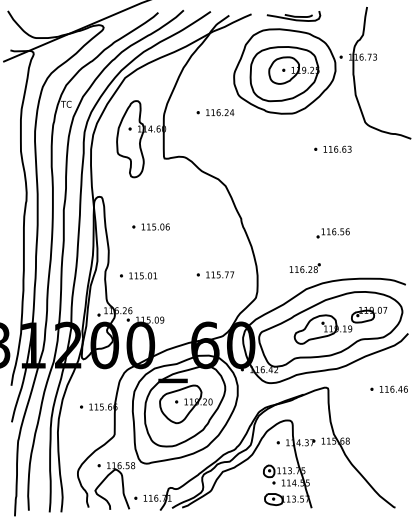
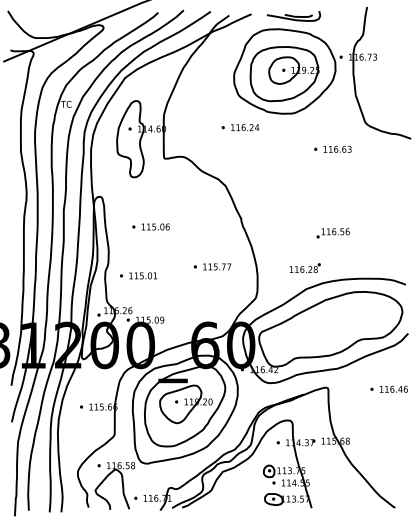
part at (215, 112) position: (215, 112) -> (240, 127)
part at (215, 274) position: (215, 274) -> (212, 266)
part at (340, 325): present -> none
